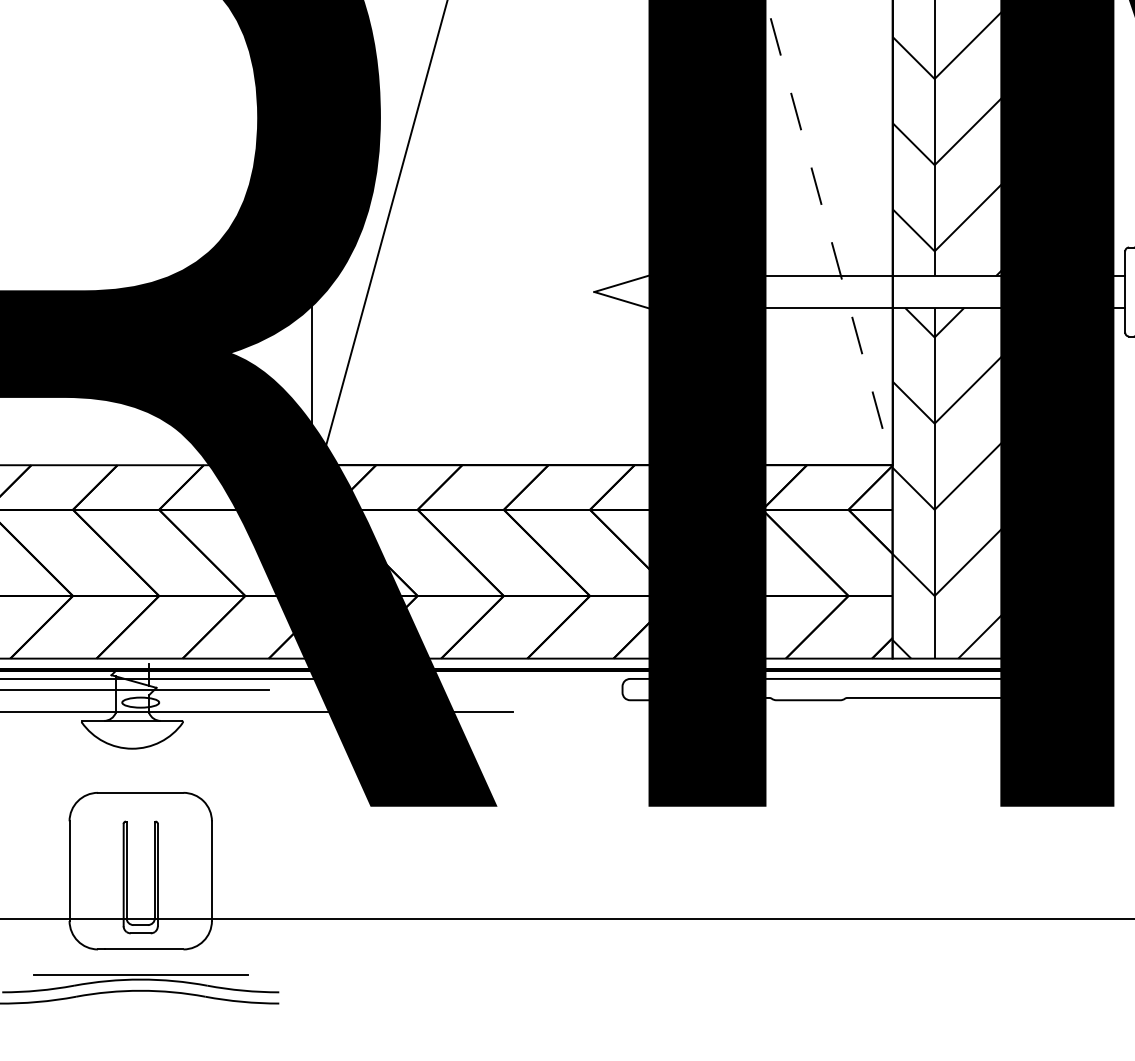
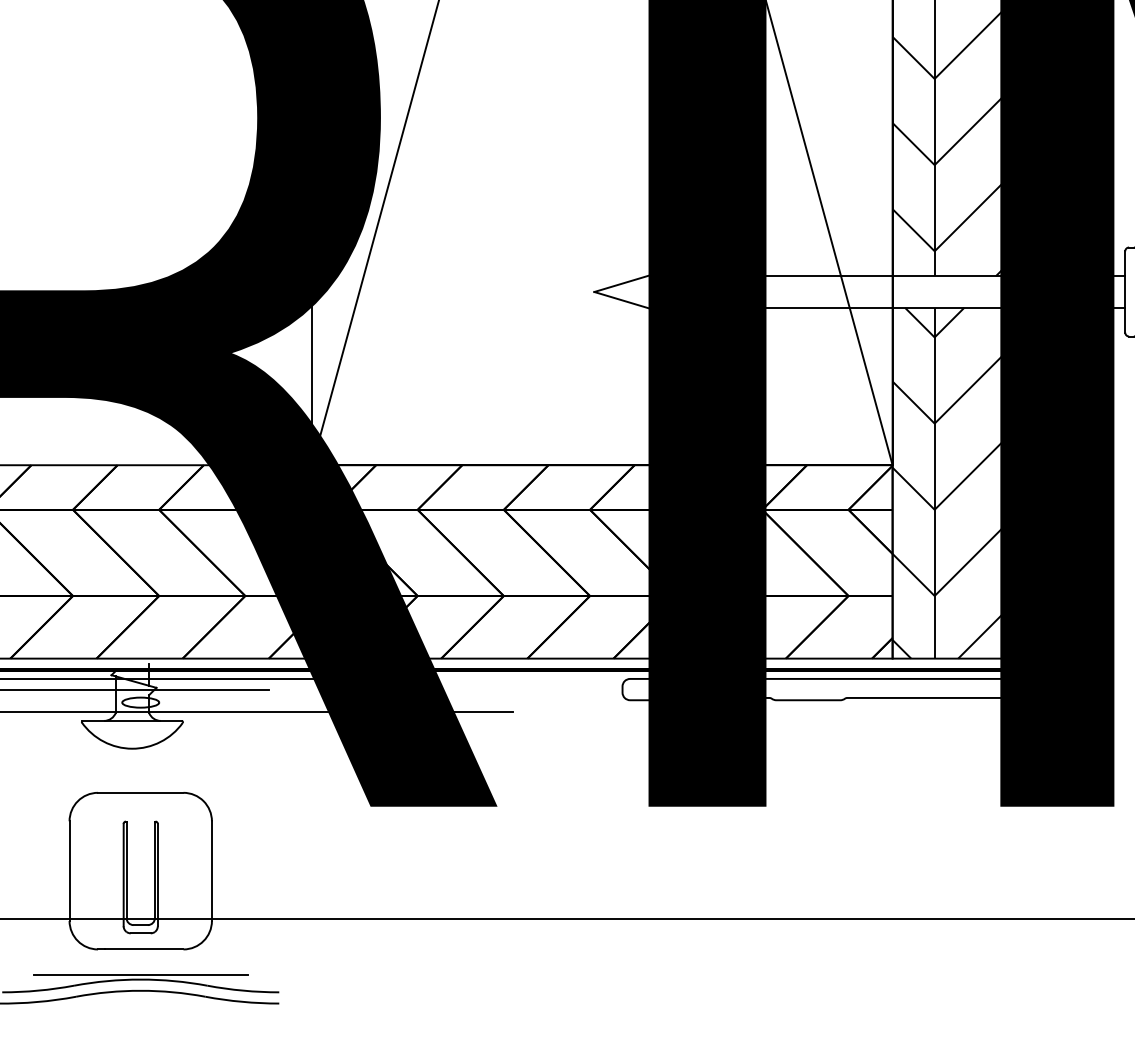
line at (829, 232): dashed -> solid
line at (383, 234) position: (383, 234) -> (375, 233)
